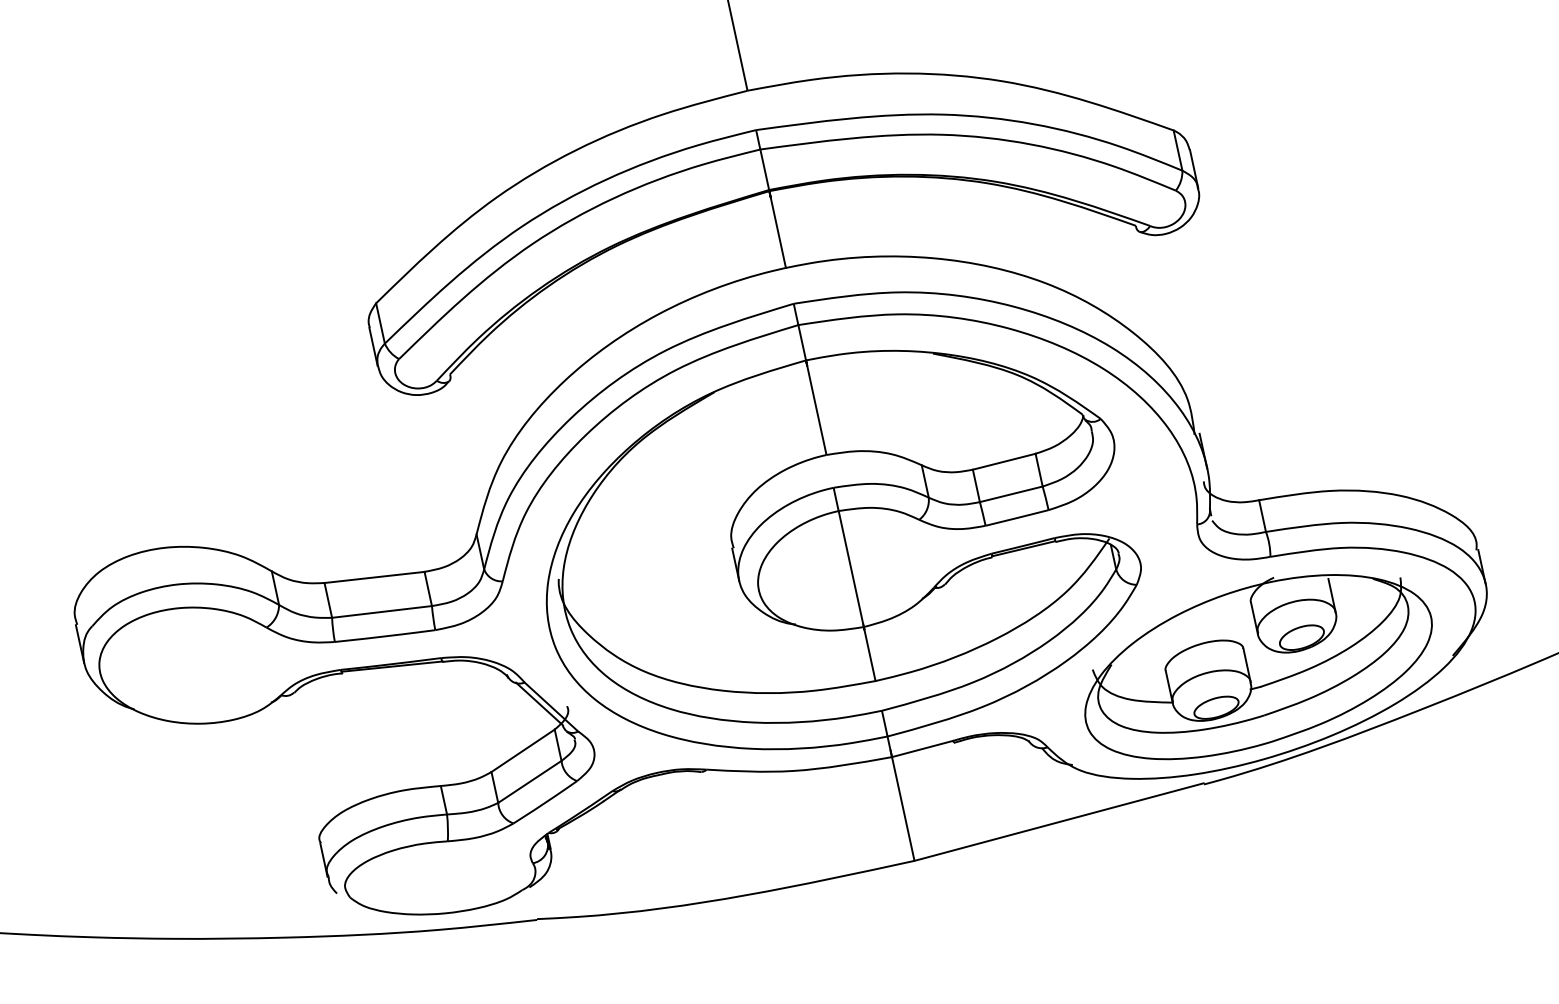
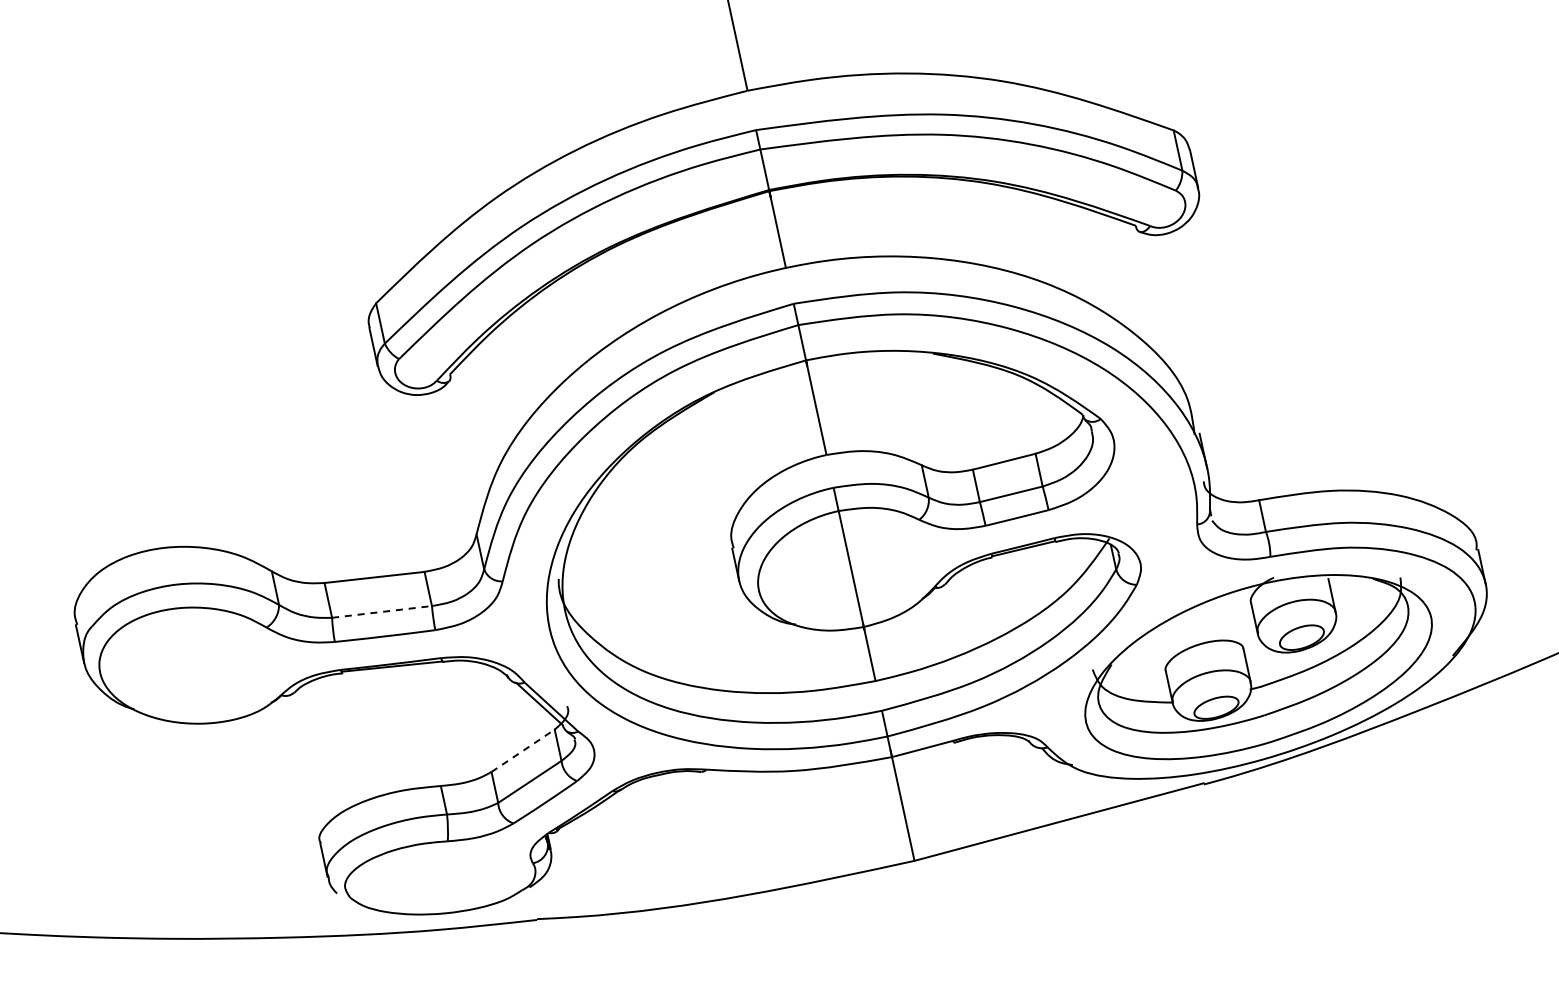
line at (382, 611): solid -> dashed
line at (523, 750): solid -> dashed
